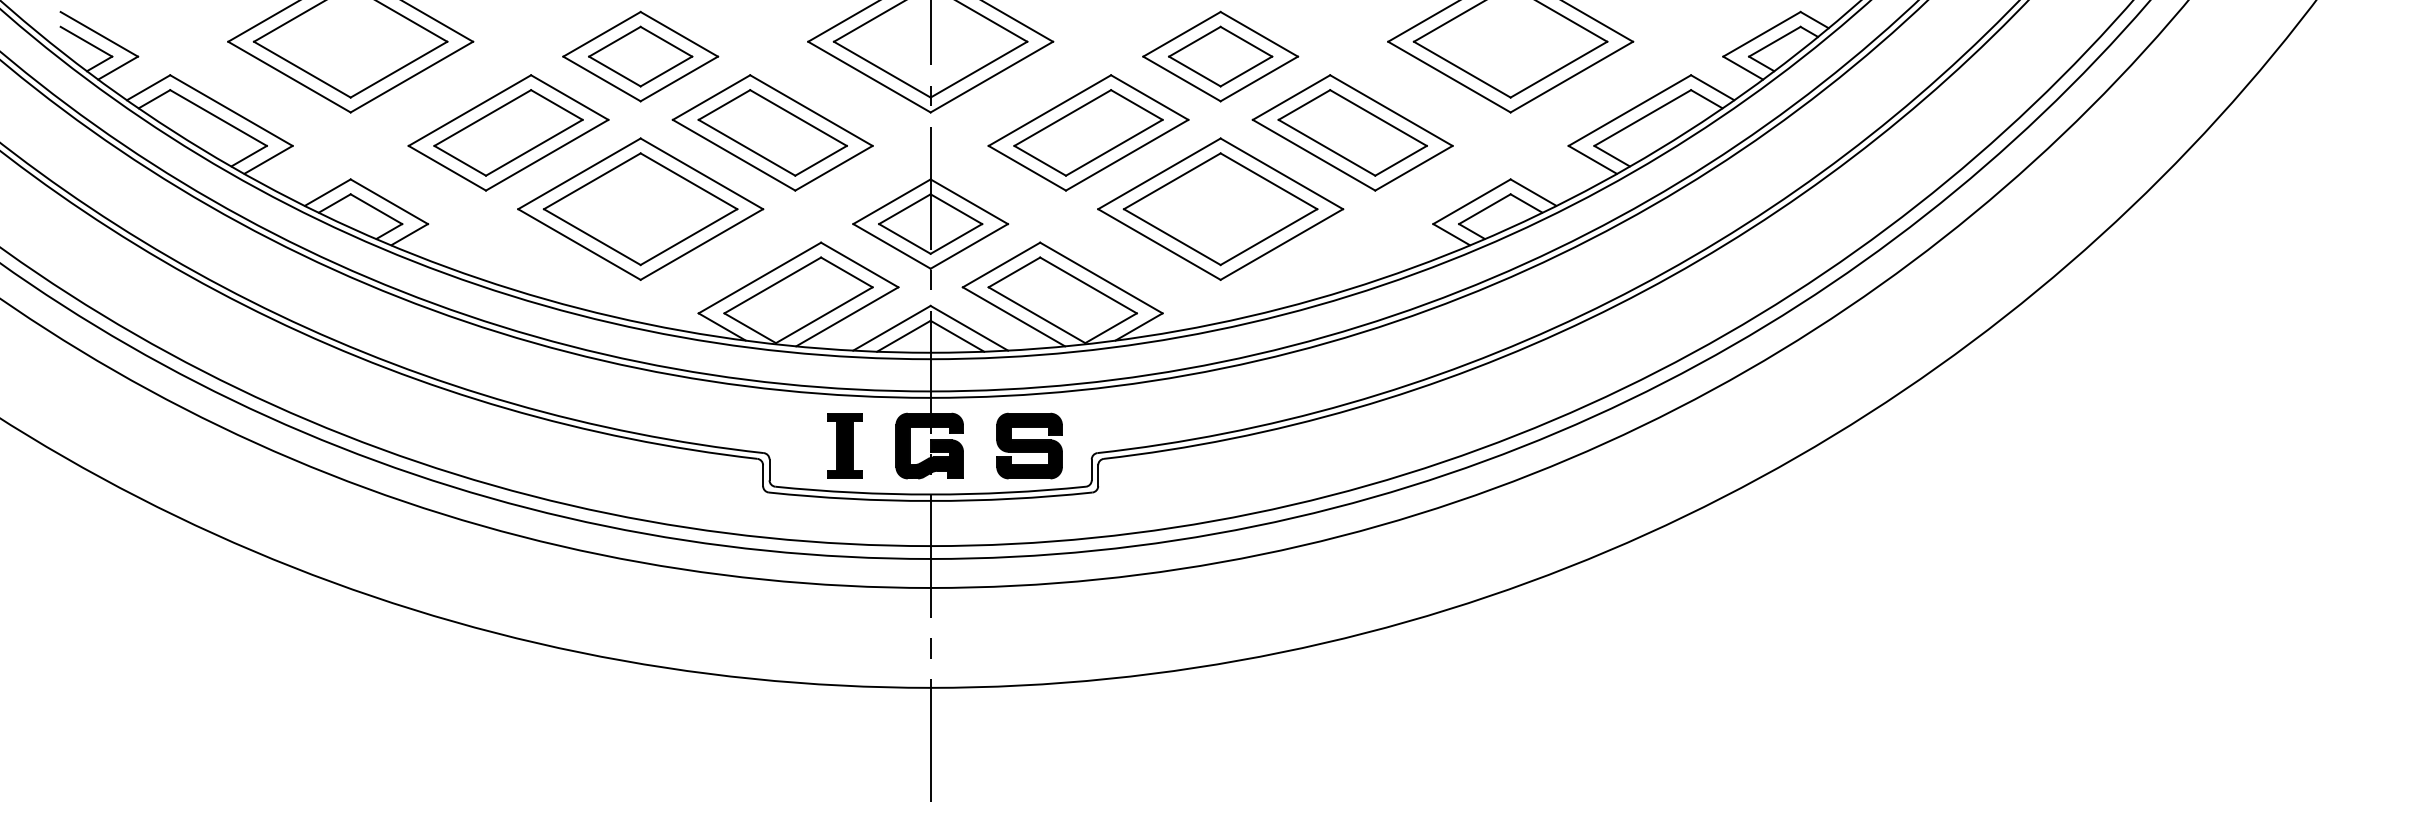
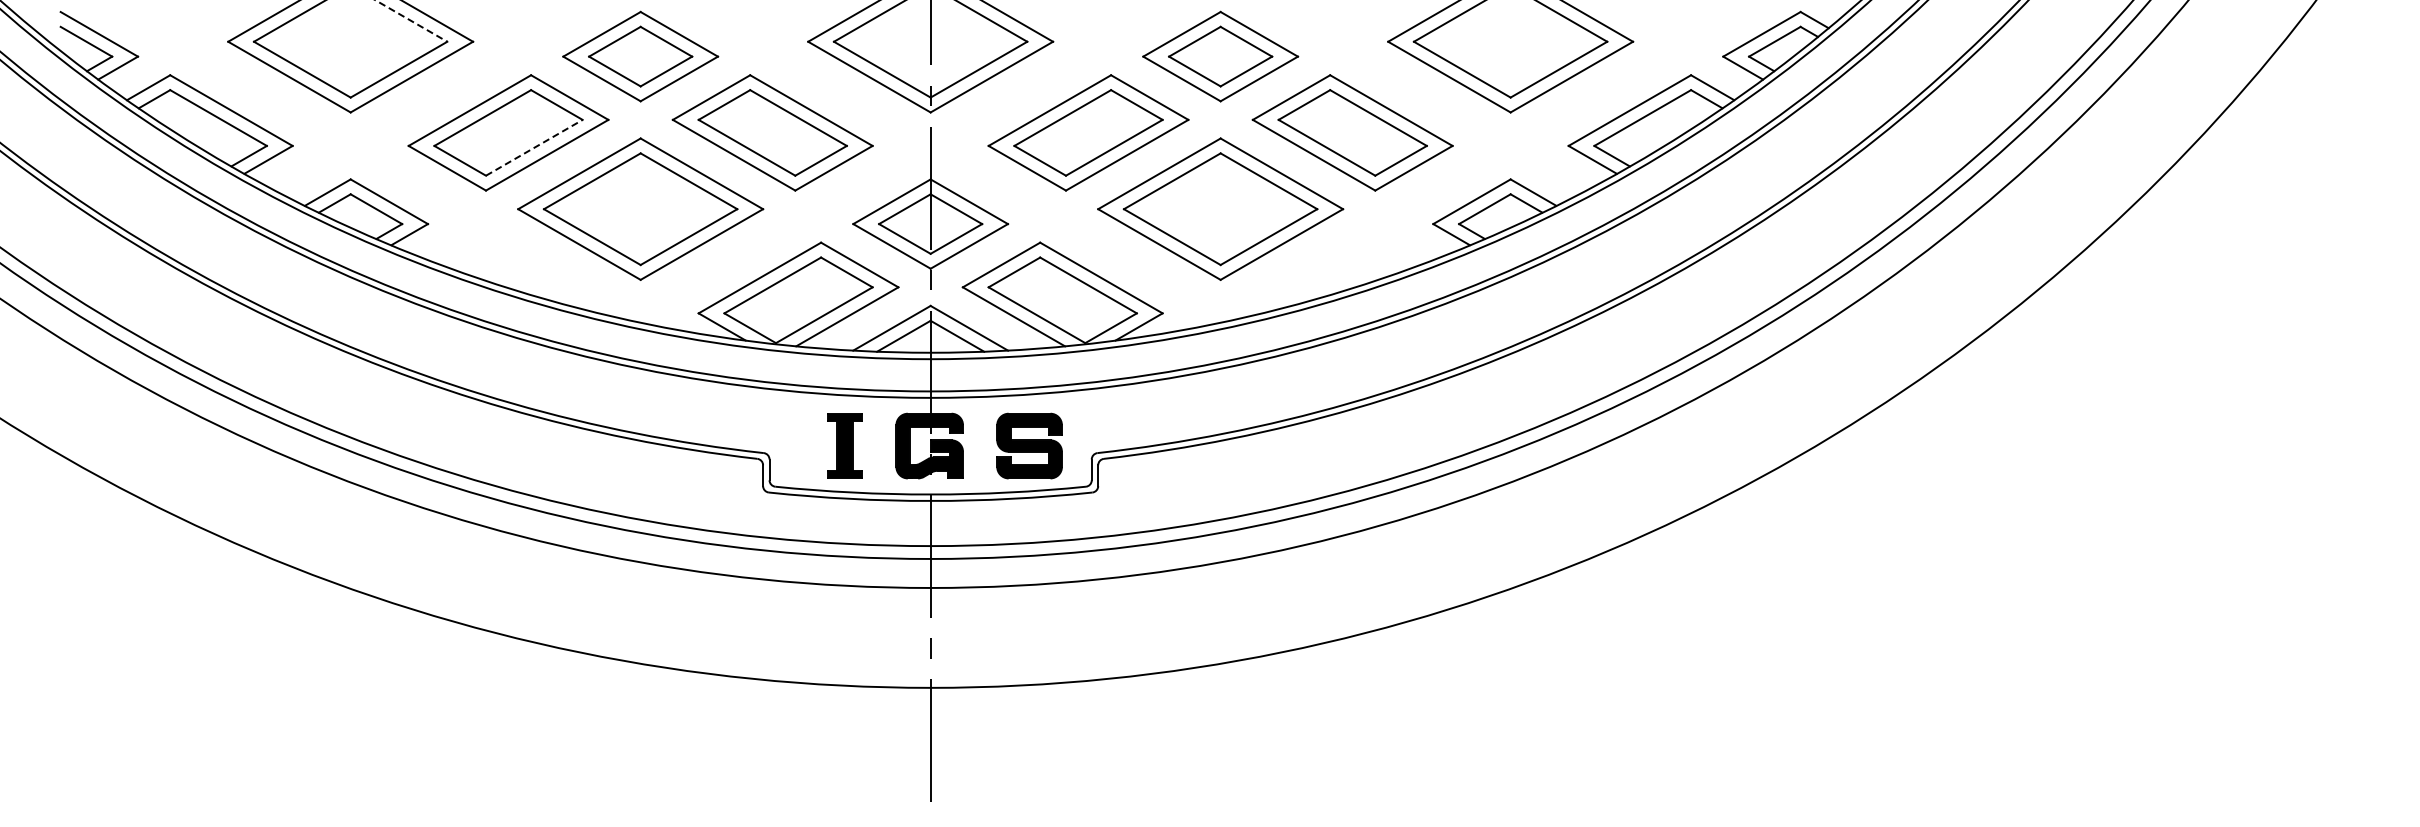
line at (411, 21): solid -> dashed
line at (534, 147): solid -> dashed
